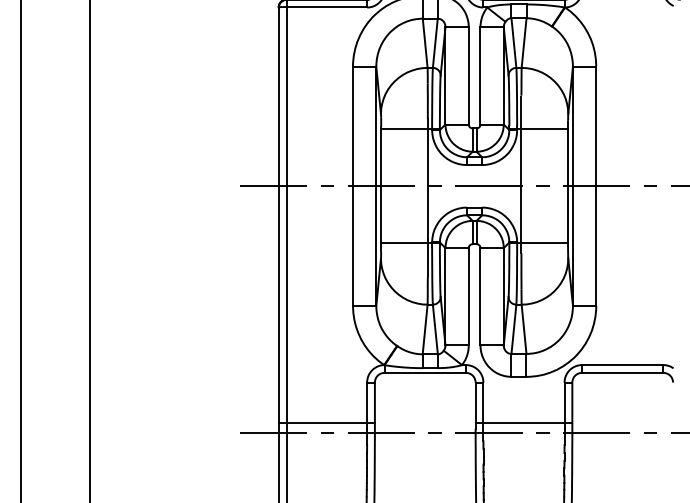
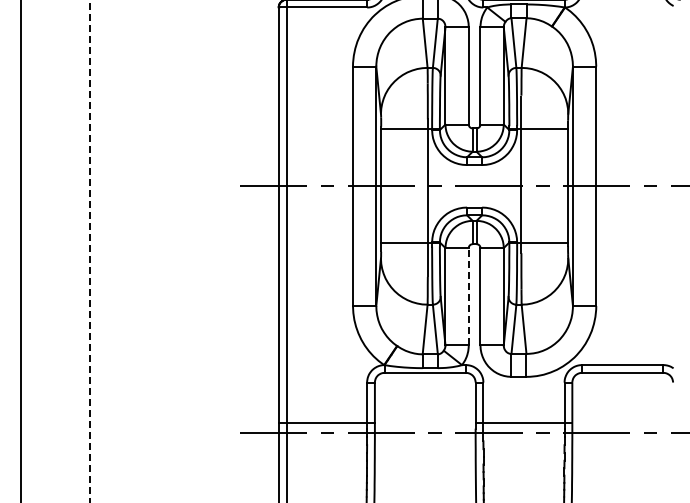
line at (90, 251): solid -> dashed
line at (468, 296): solid -> dashed
